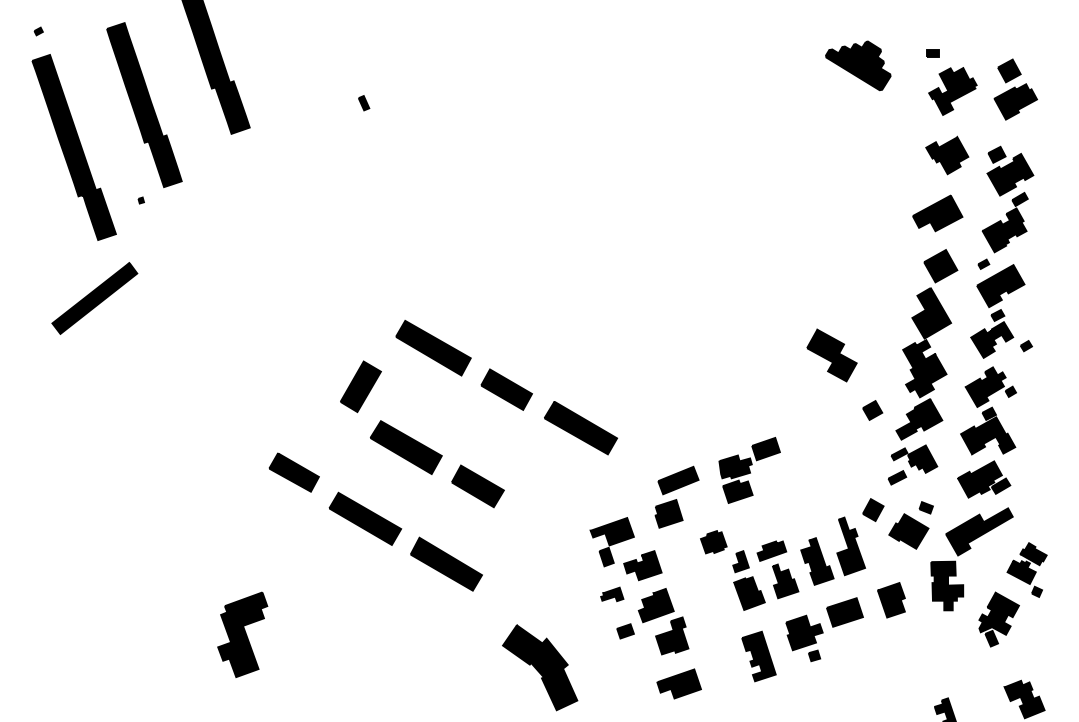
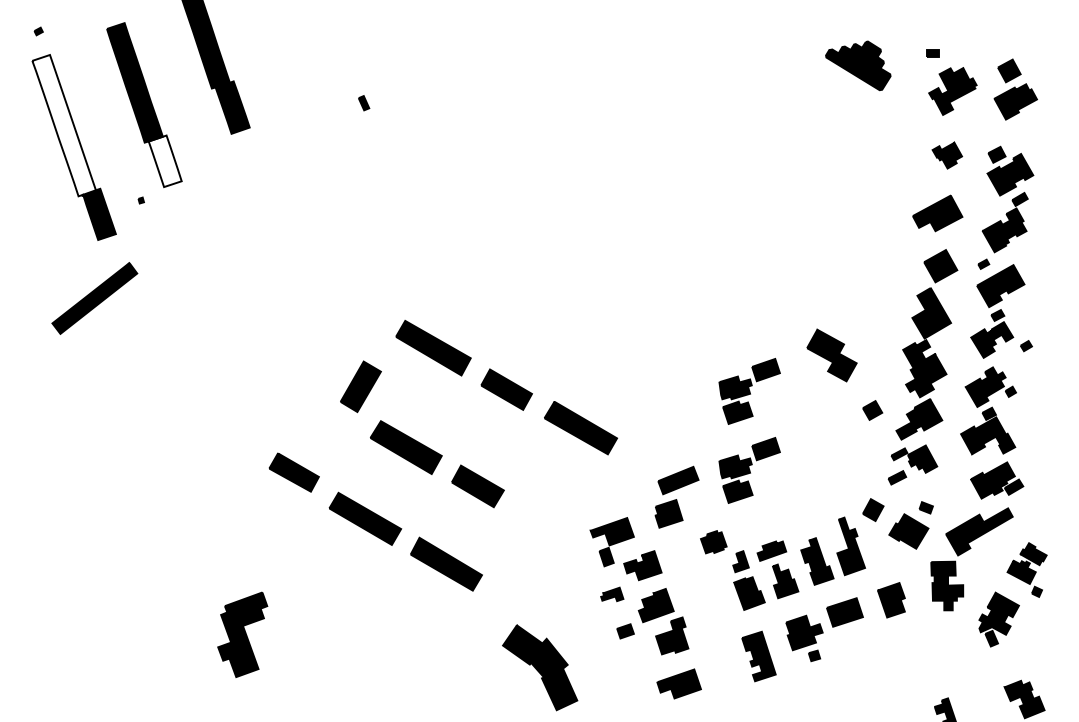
fill at (64, 125): present -> none
part at (947, 155) size: 45x41 px -> 33x29 px
fill at (164, 161): present -> none
part at (749, 391): none -> present
part at (984, 479) position: (984, 479) -> (997, 480)
